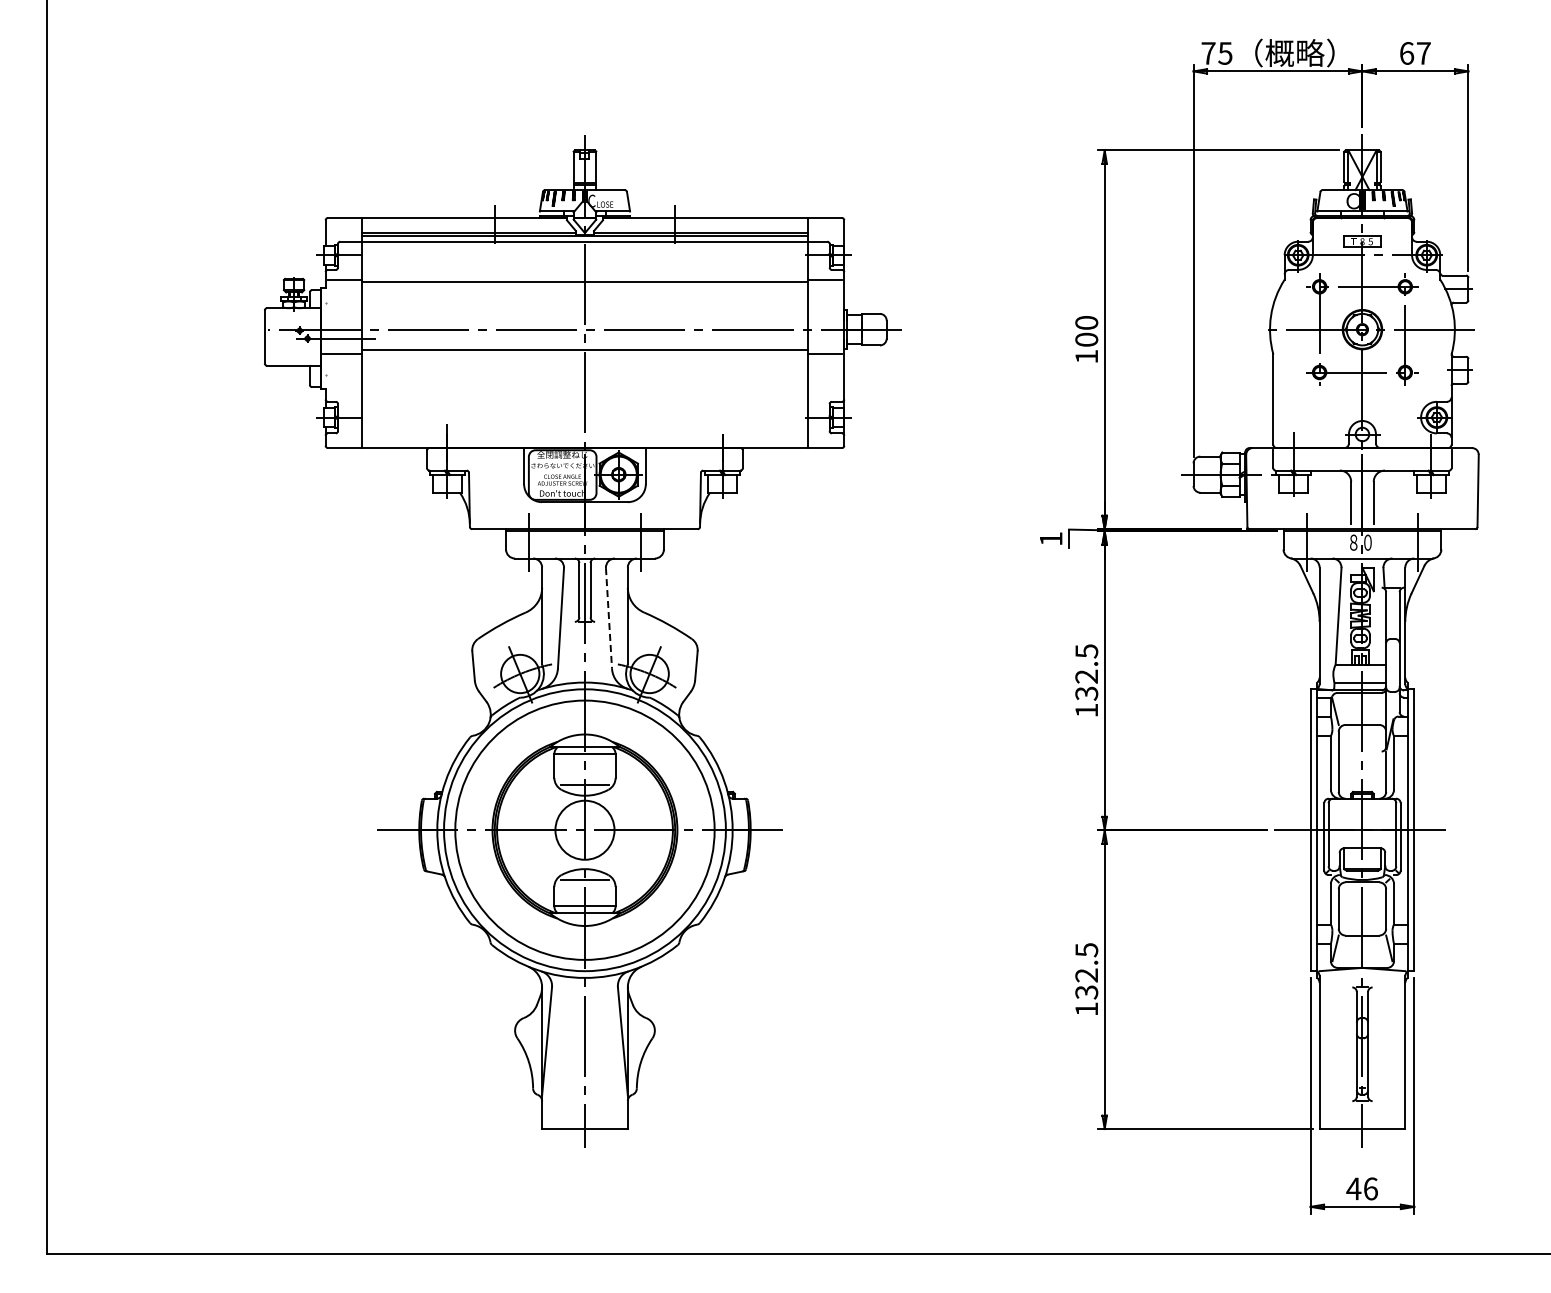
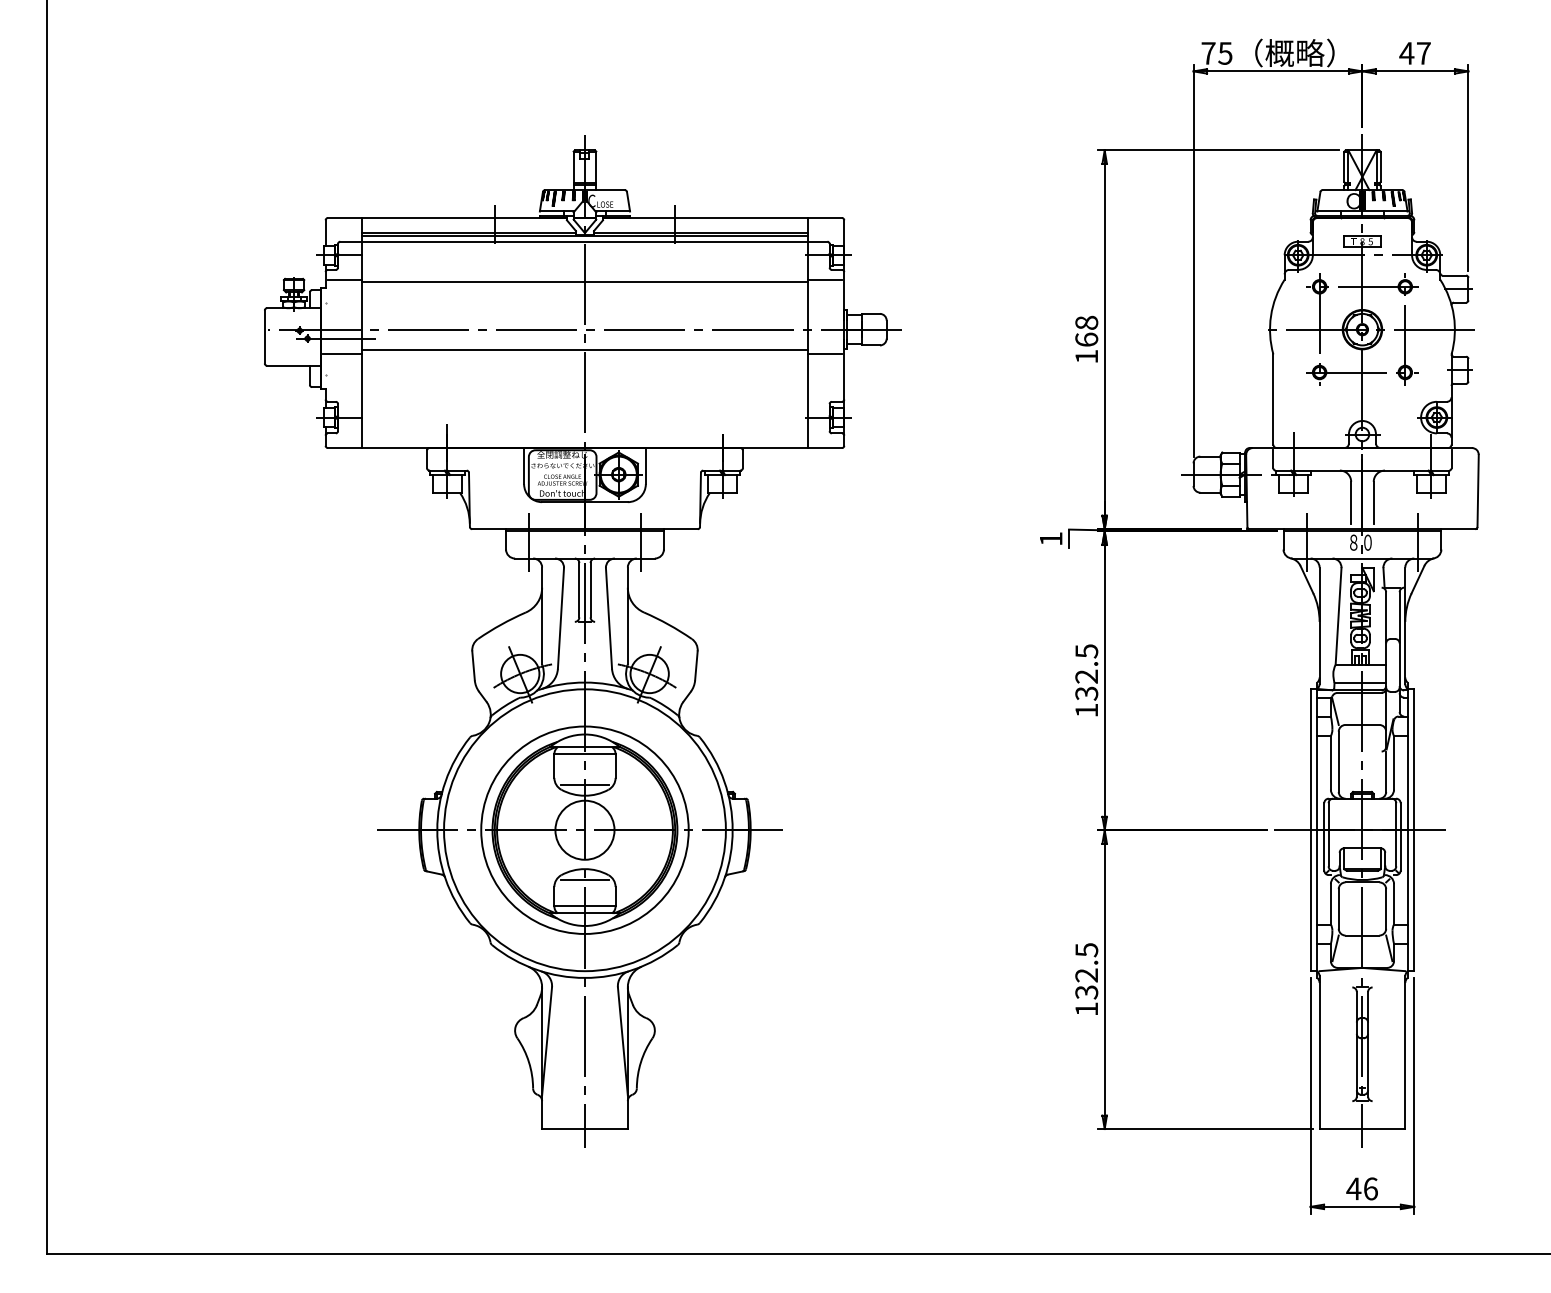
text at (1406, 53): 67 -> 47
text at (1086, 330): 100 -> 168
line at (609, 618): dashed -> solid
circle at (584, 829) diameter: 259 px -> 207 px
